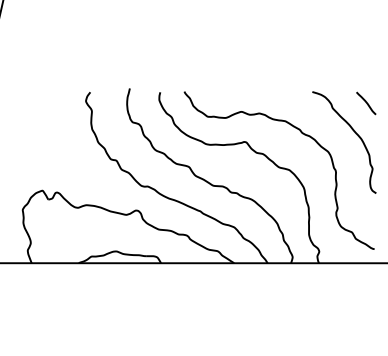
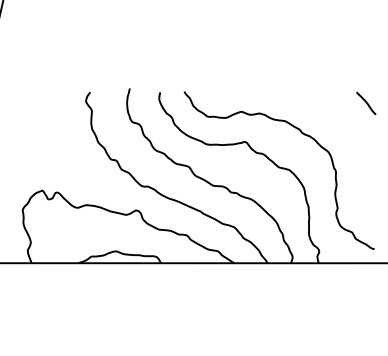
curve at (354, 132): present -> none
